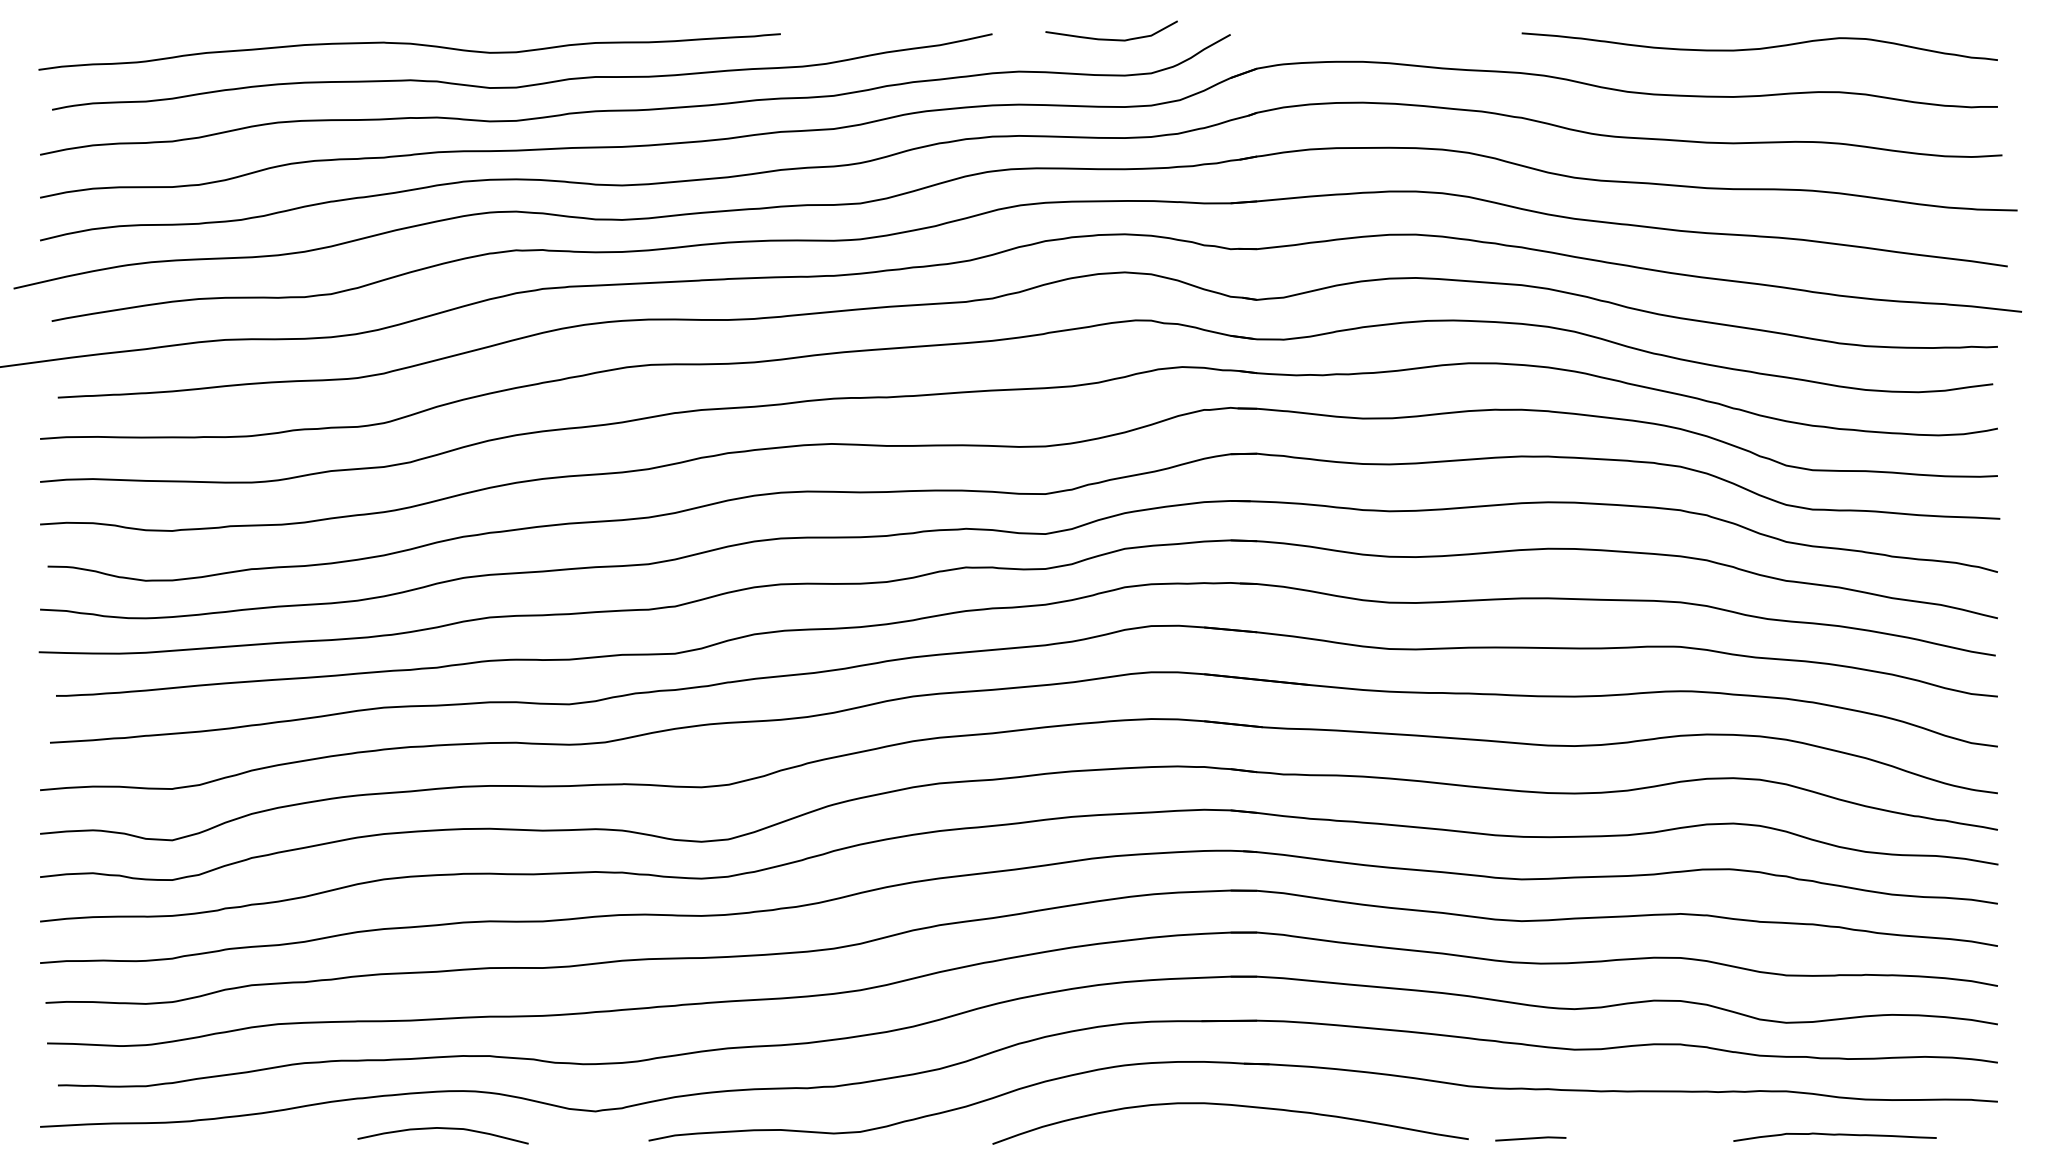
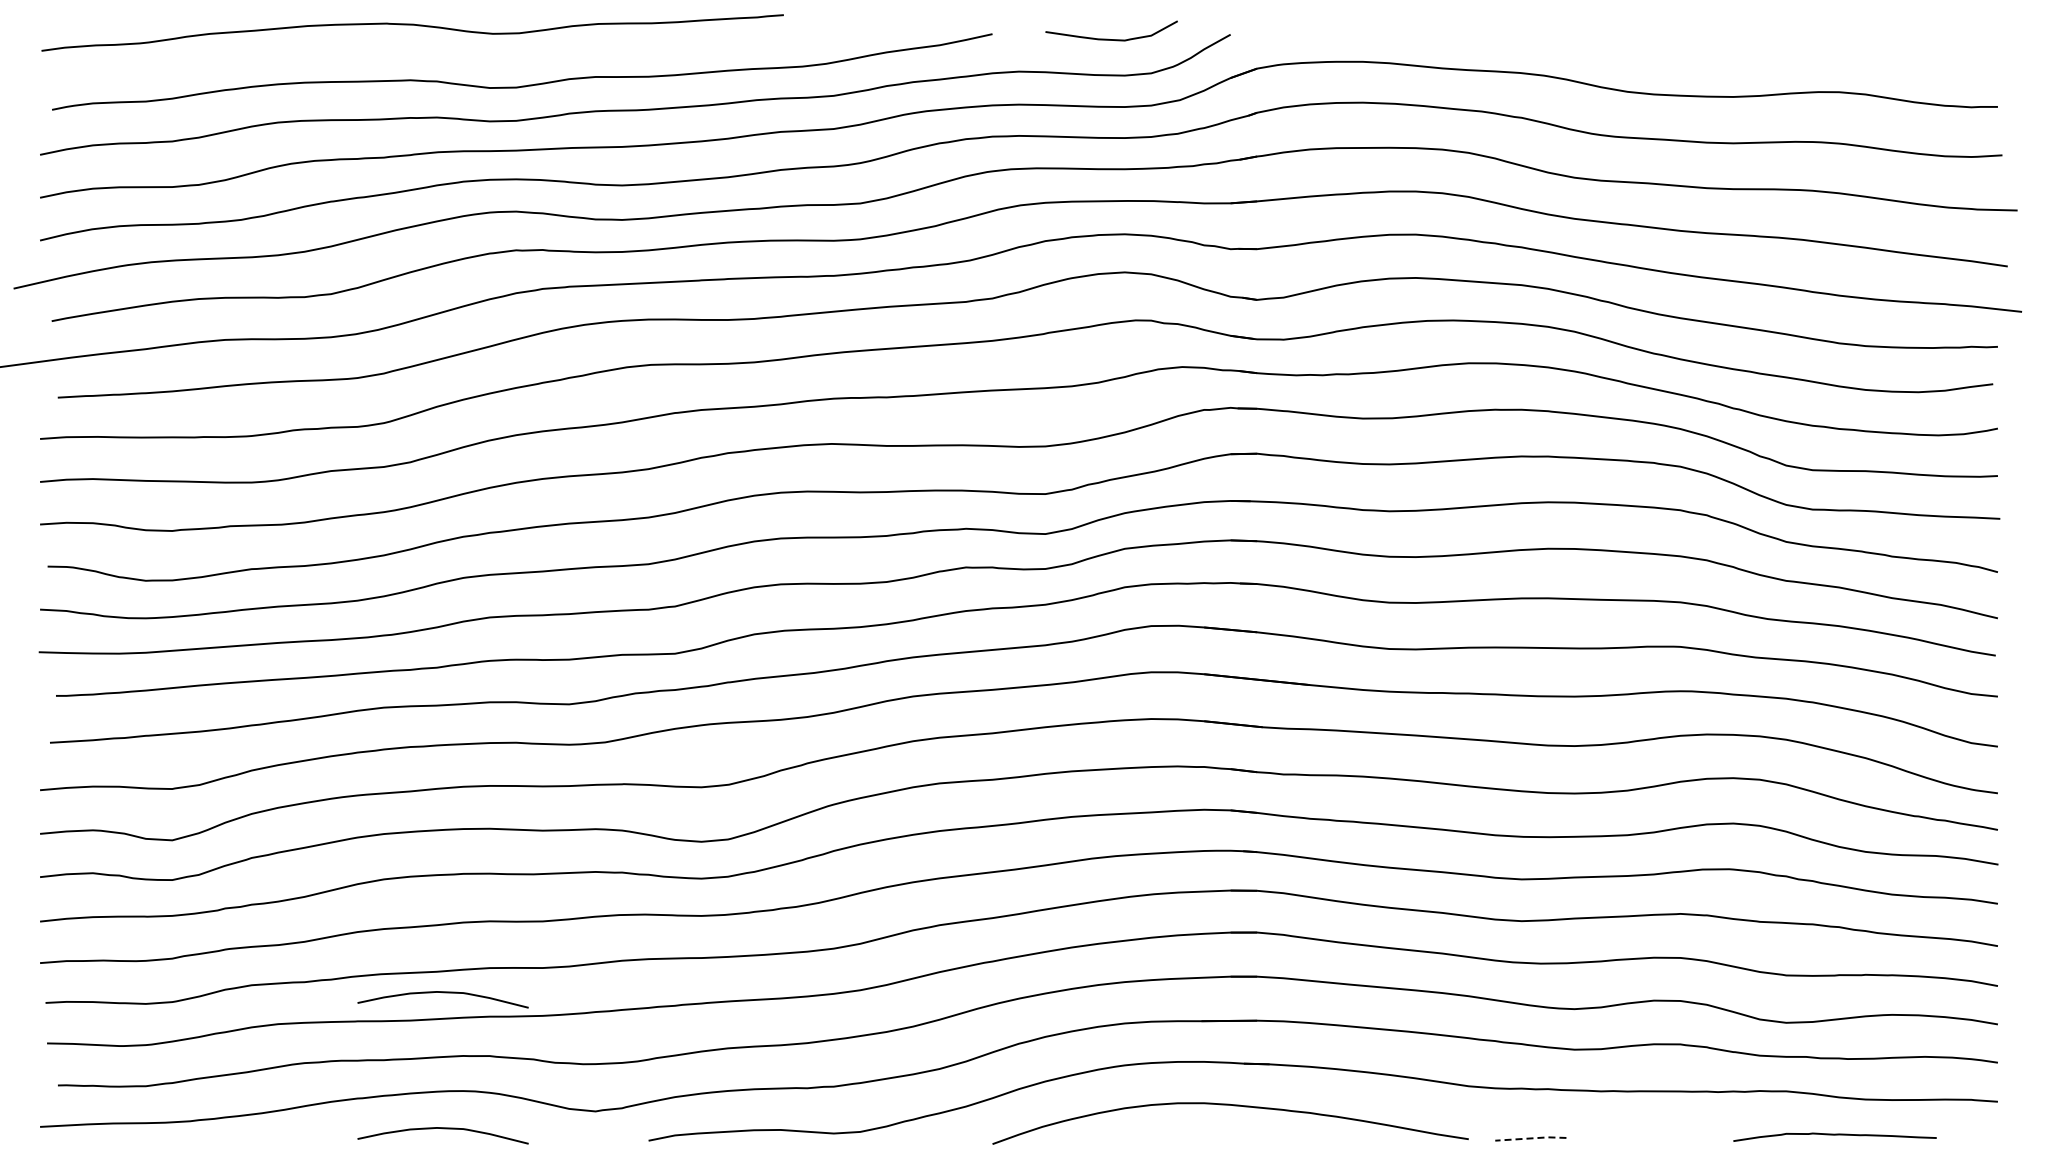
curve at (409, 44) position: (409, 44) -> (412, 25)
curve at (1760, 47): present -> none
curve at (442, 993): none -> present
line at (1531, 1138): solid -> dashed
